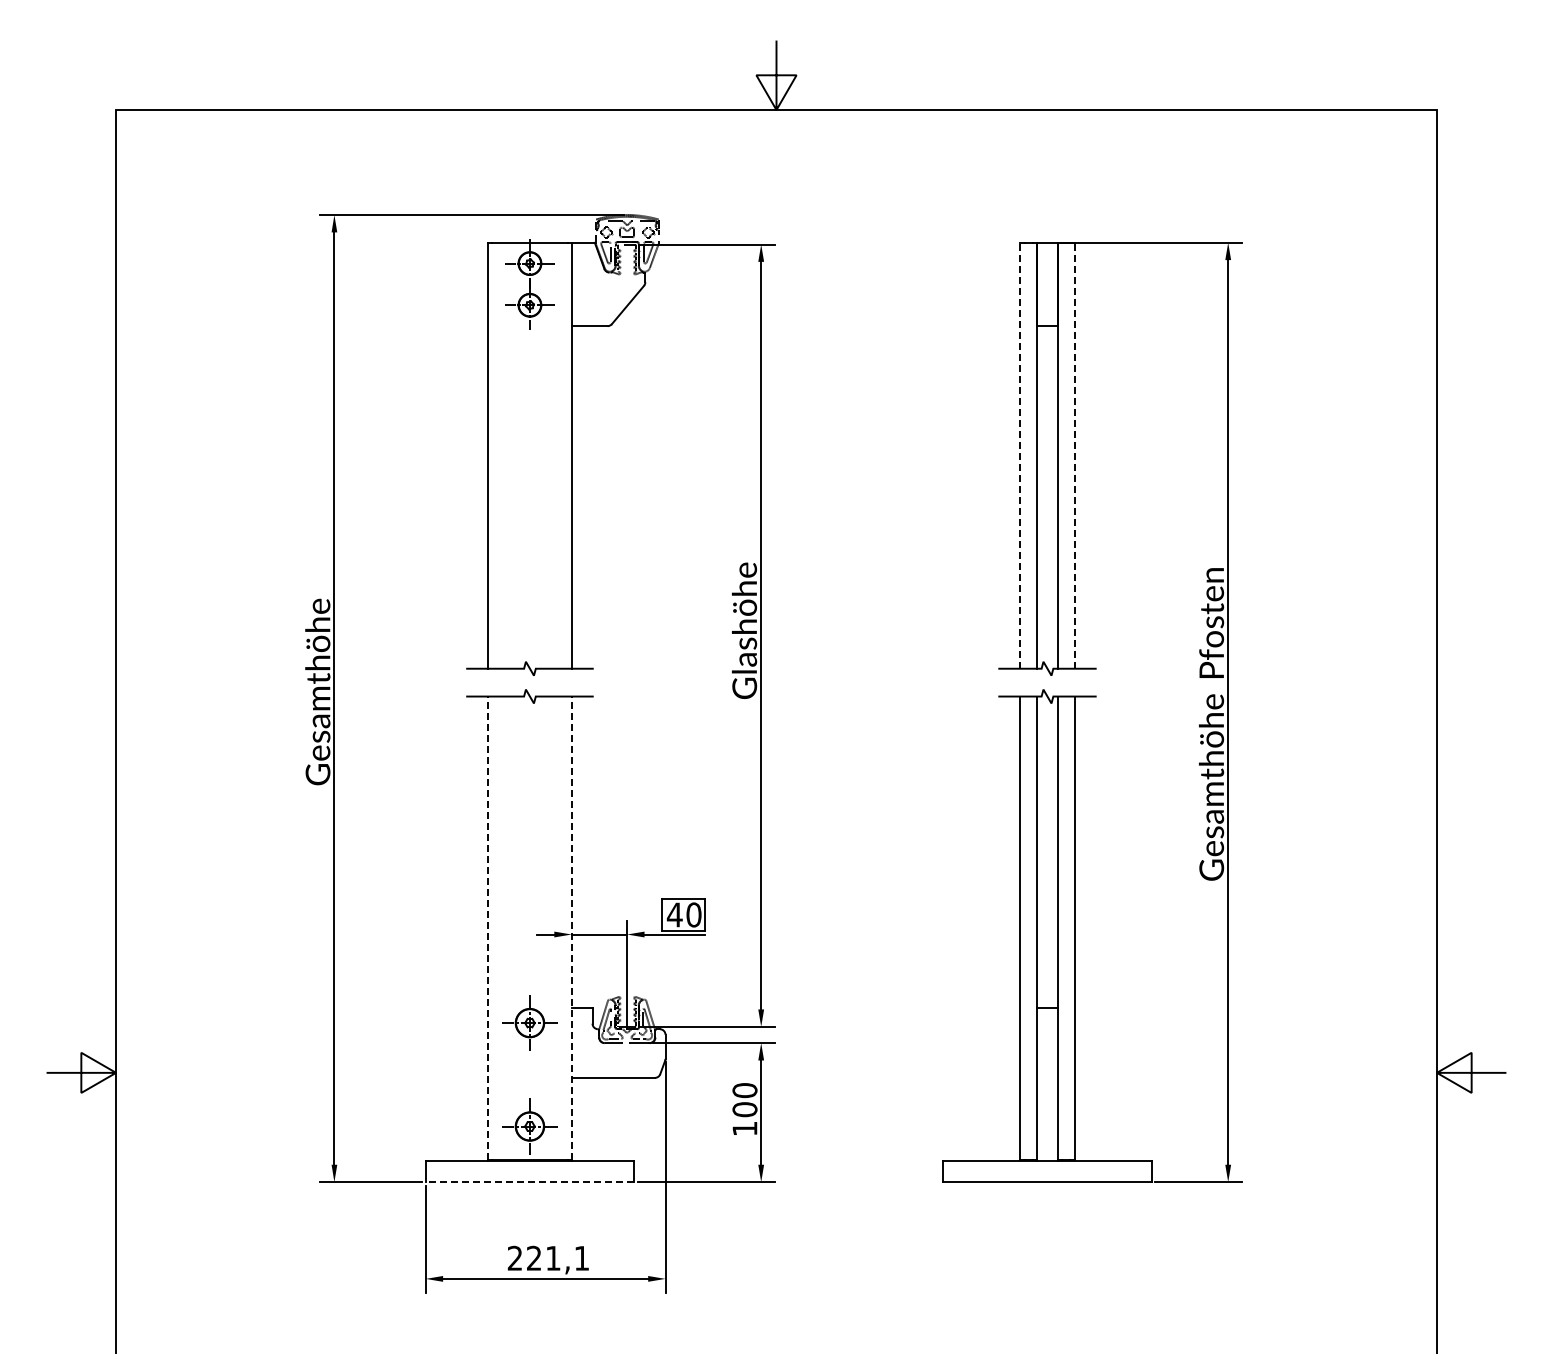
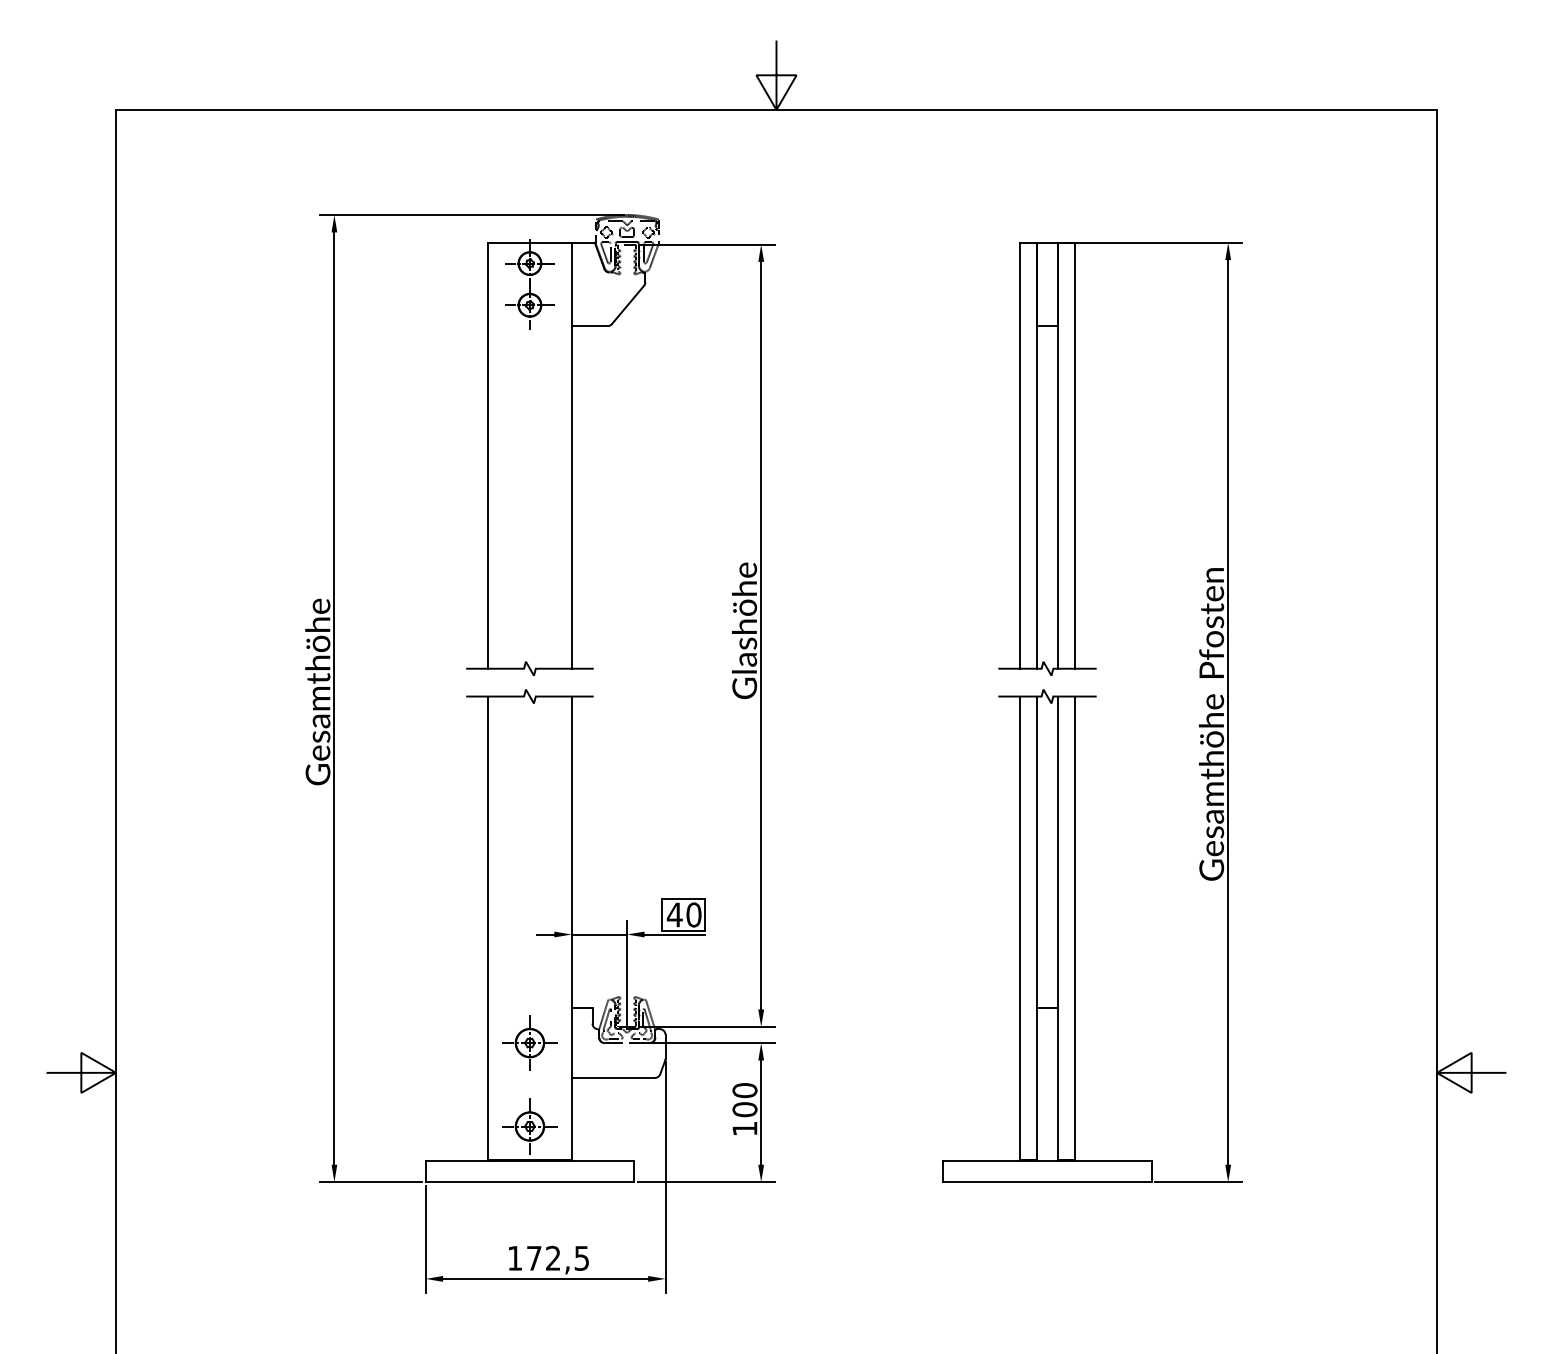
line at (1020, 455): dashed -> solid
line at (1074, 455): dashed -> solid
line at (488, 928): dashed -> solid
line at (571, 928): dashed -> solid
part at (529, 1022) position: (529, 1022) -> (529, 1042)
line at (529, 1182): dashed -> solid
text at (547, 1257): 221,1 -> 172,5
